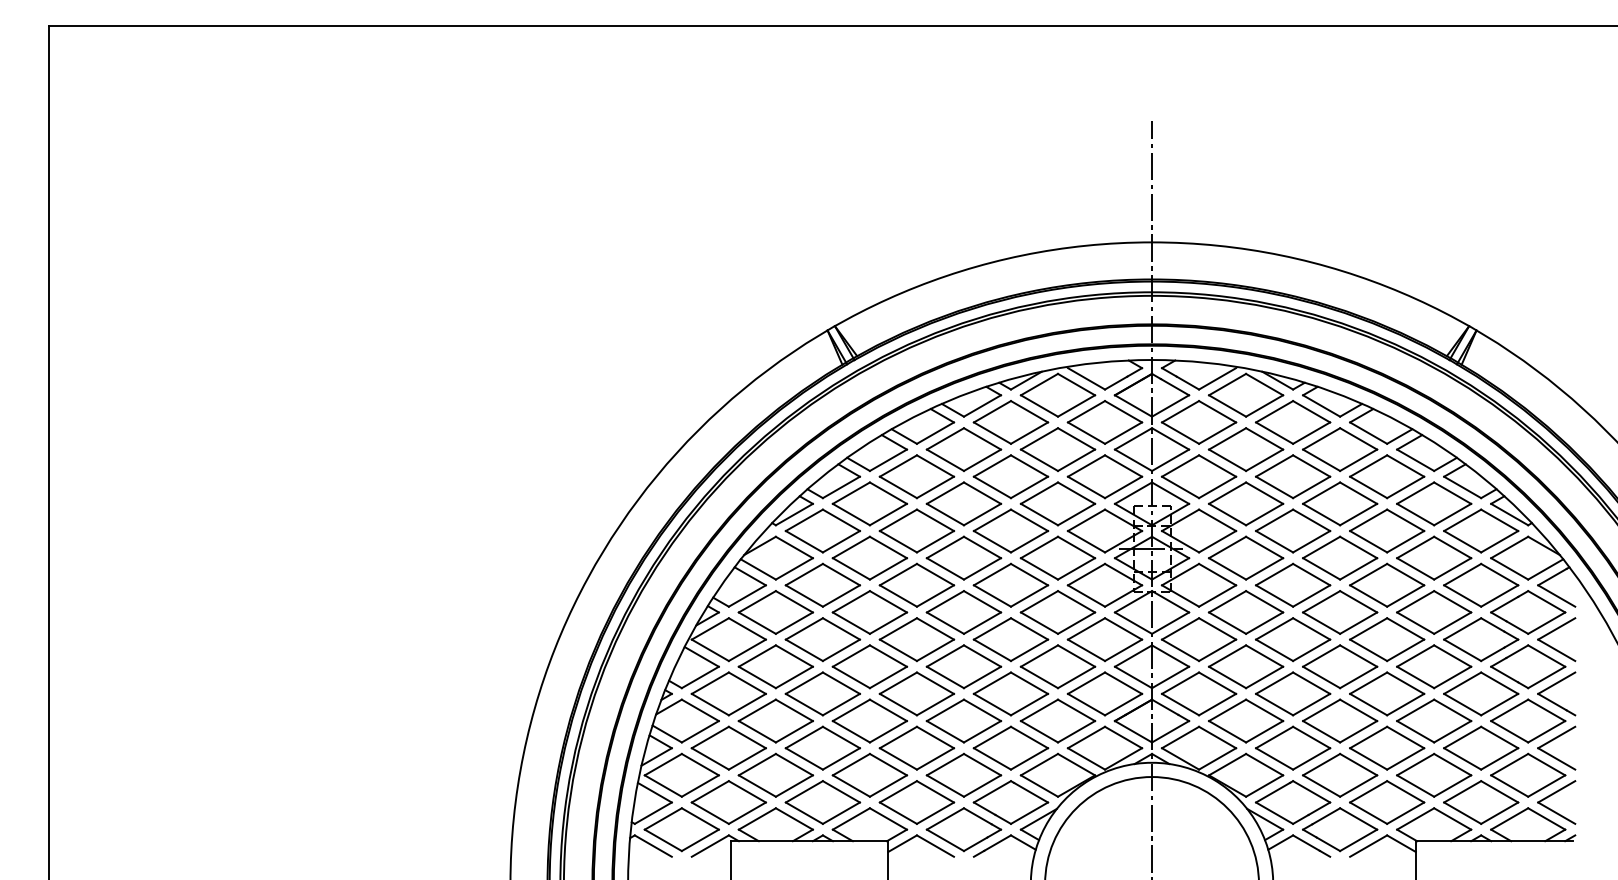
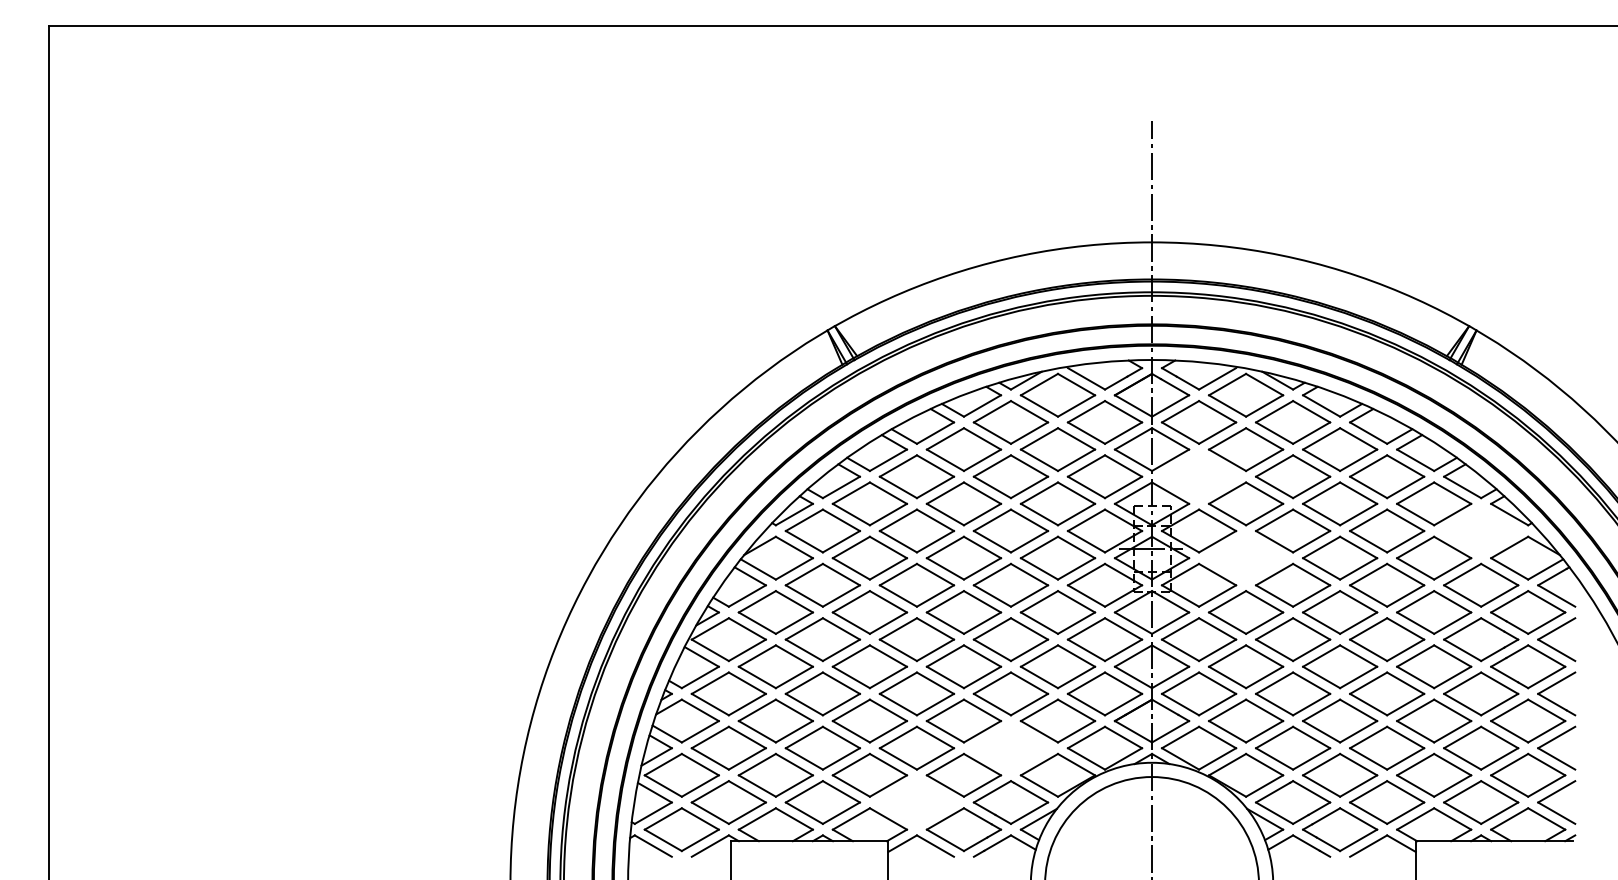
part at (1198, 476): present -> none
part at (1481, 530): present -> none
part at (1246, 557): present -> none
part at (1010, 747): present -> none
part at (916, 802): present -> none
